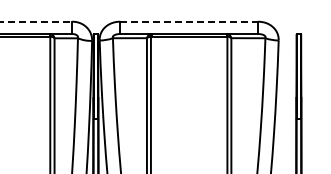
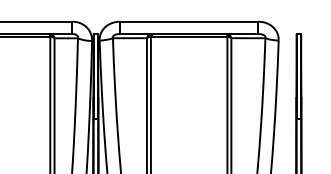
line at (36, 21): dashed -> solid
line at (189, 21): dashed -> solid
